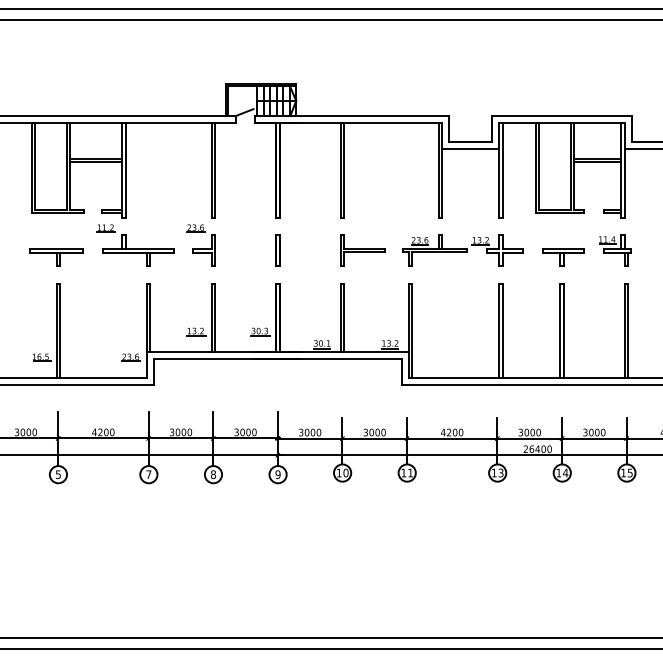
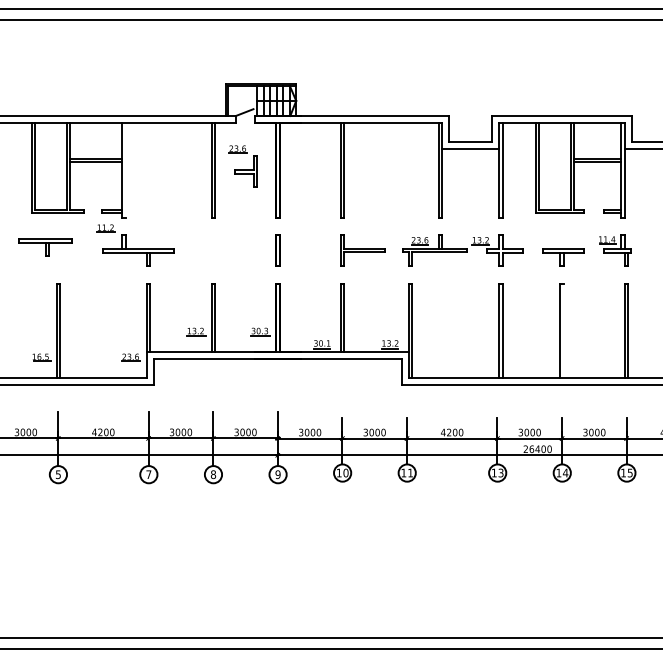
line at (125, 170): present -> none
part at (200, 245) position: (200, 245) -> (242, 166)
part at (56, 257) position: (56, 257) -> (45, 247)
line at (564, 330): present -> none
